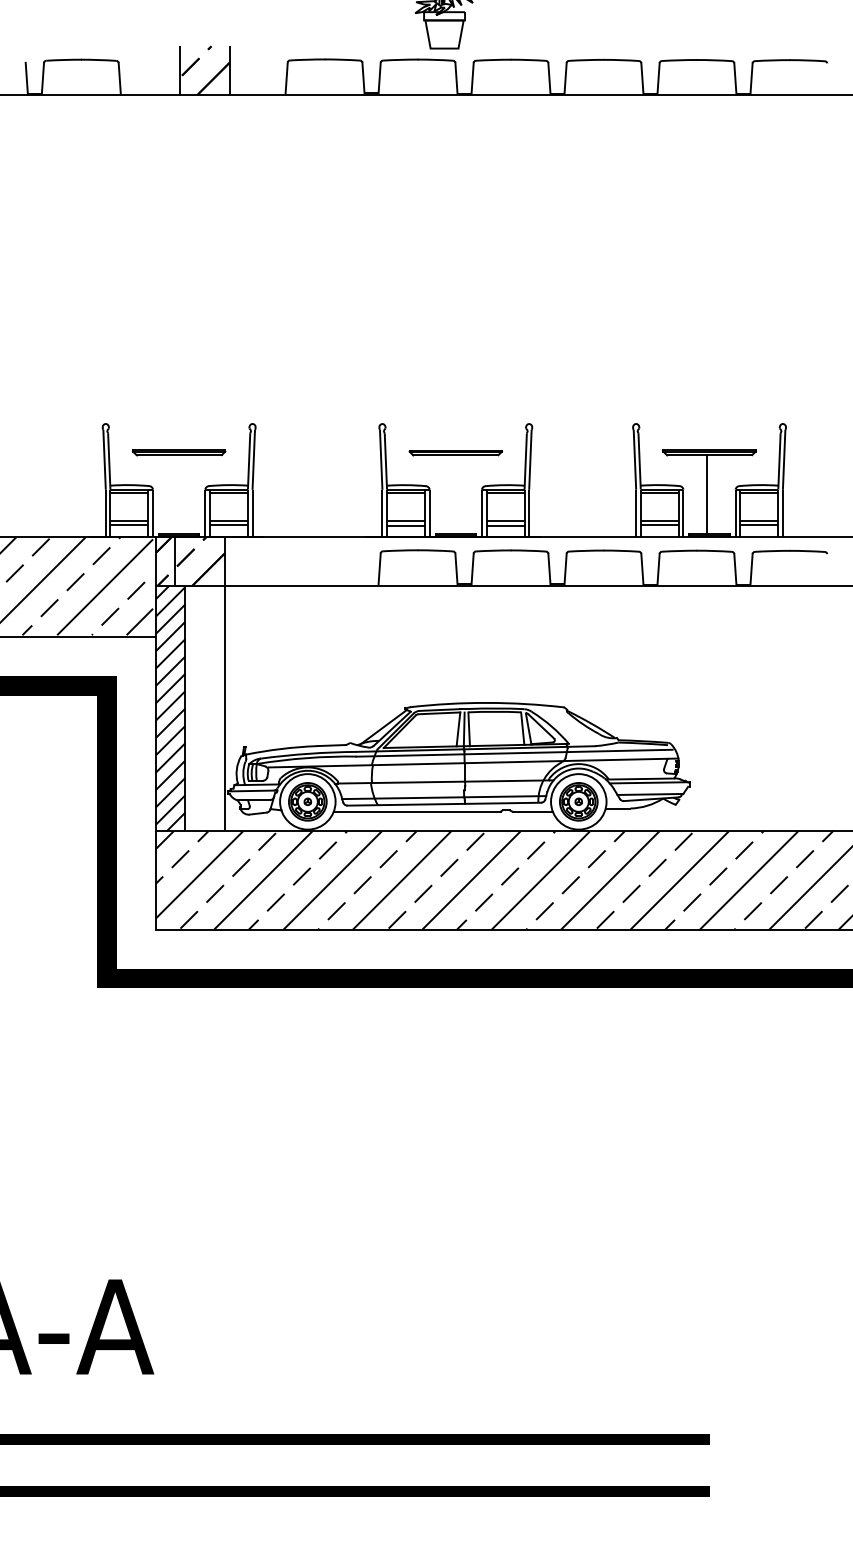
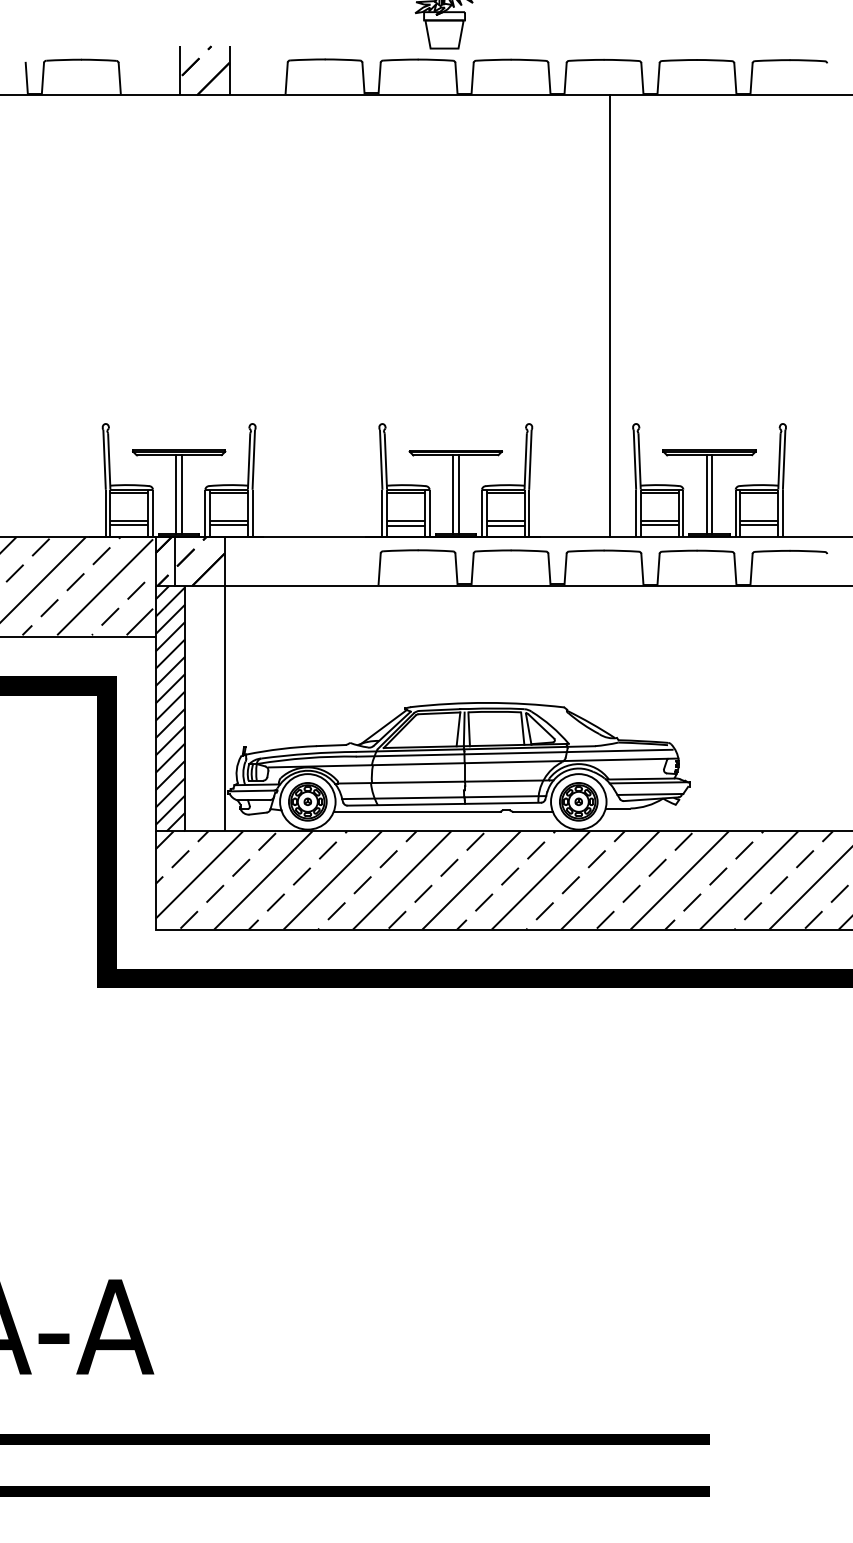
line at (609, 315): none -> present
line at (176, 494): none -> present
line at (182, 494): none -> present
line at (452, 494): none -> present
line at (458, 494): none -> present
line at (712, 494): none -> present
